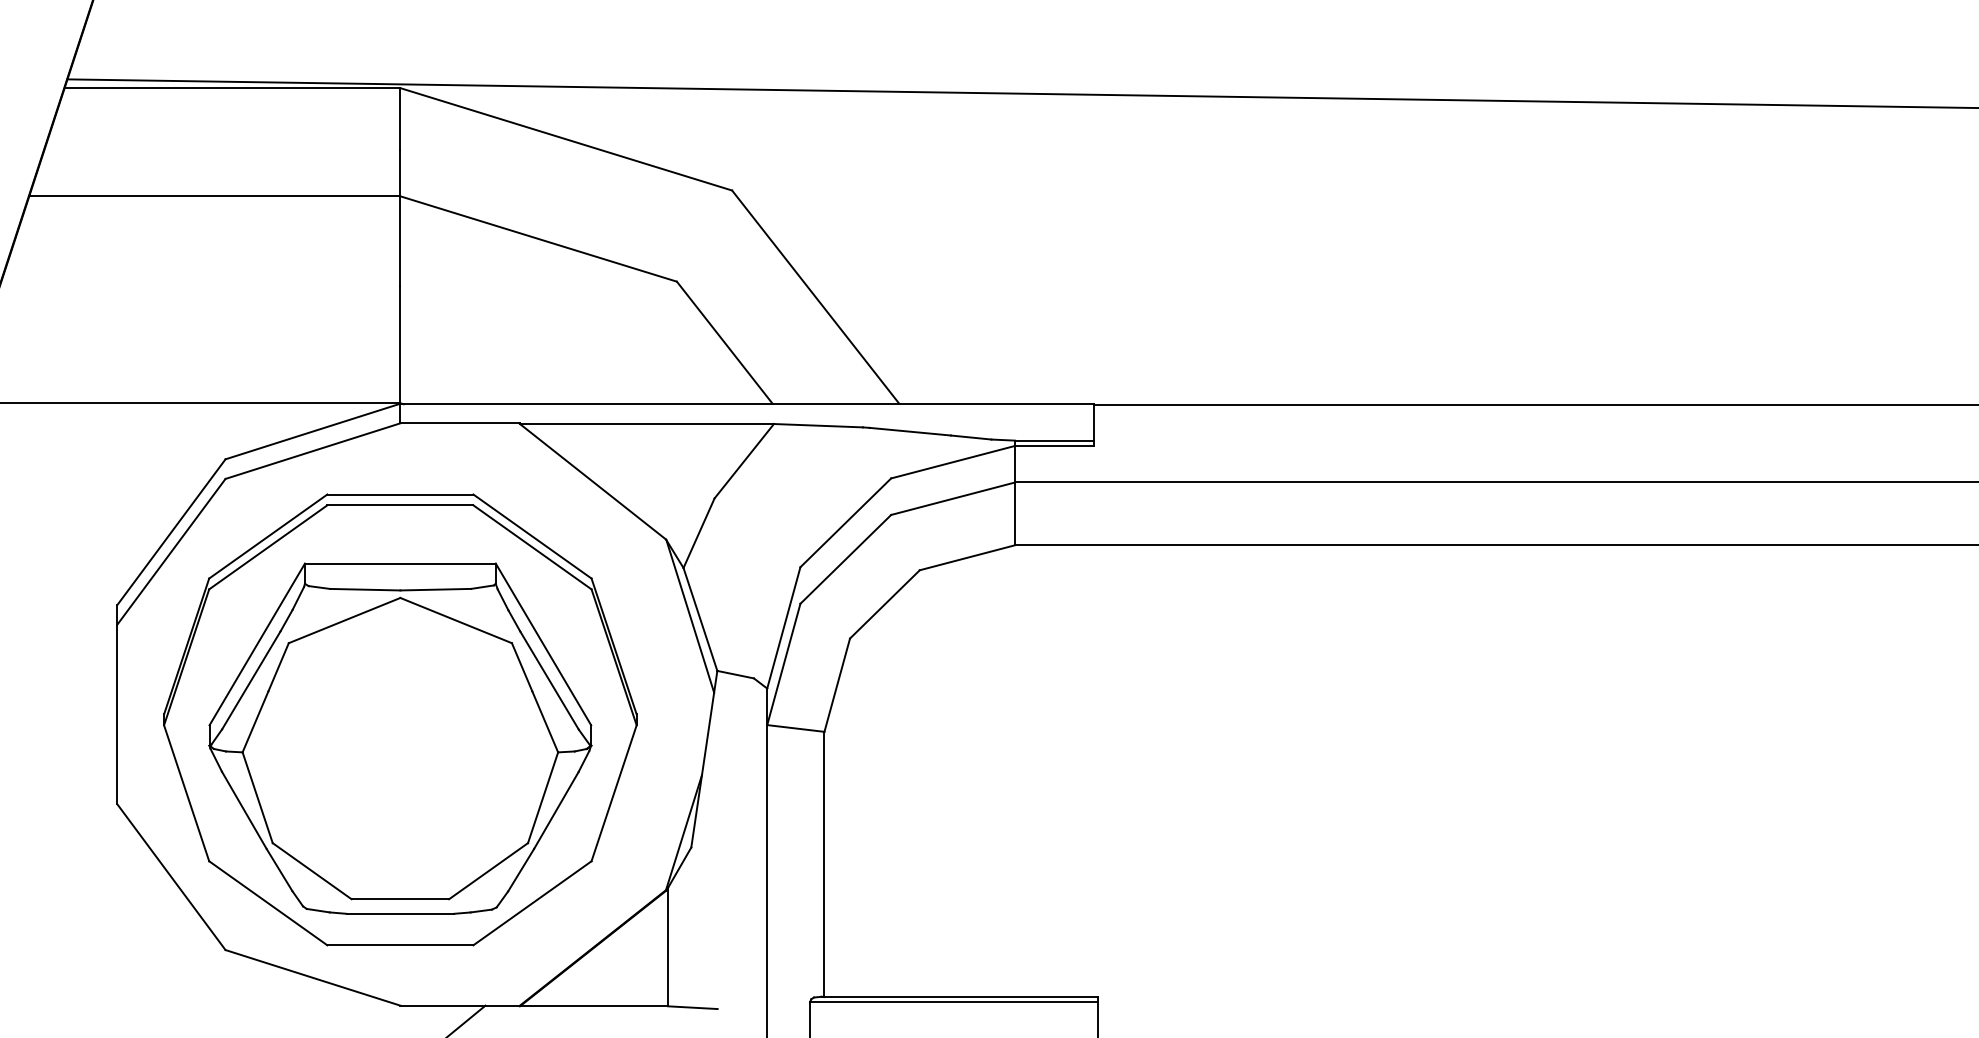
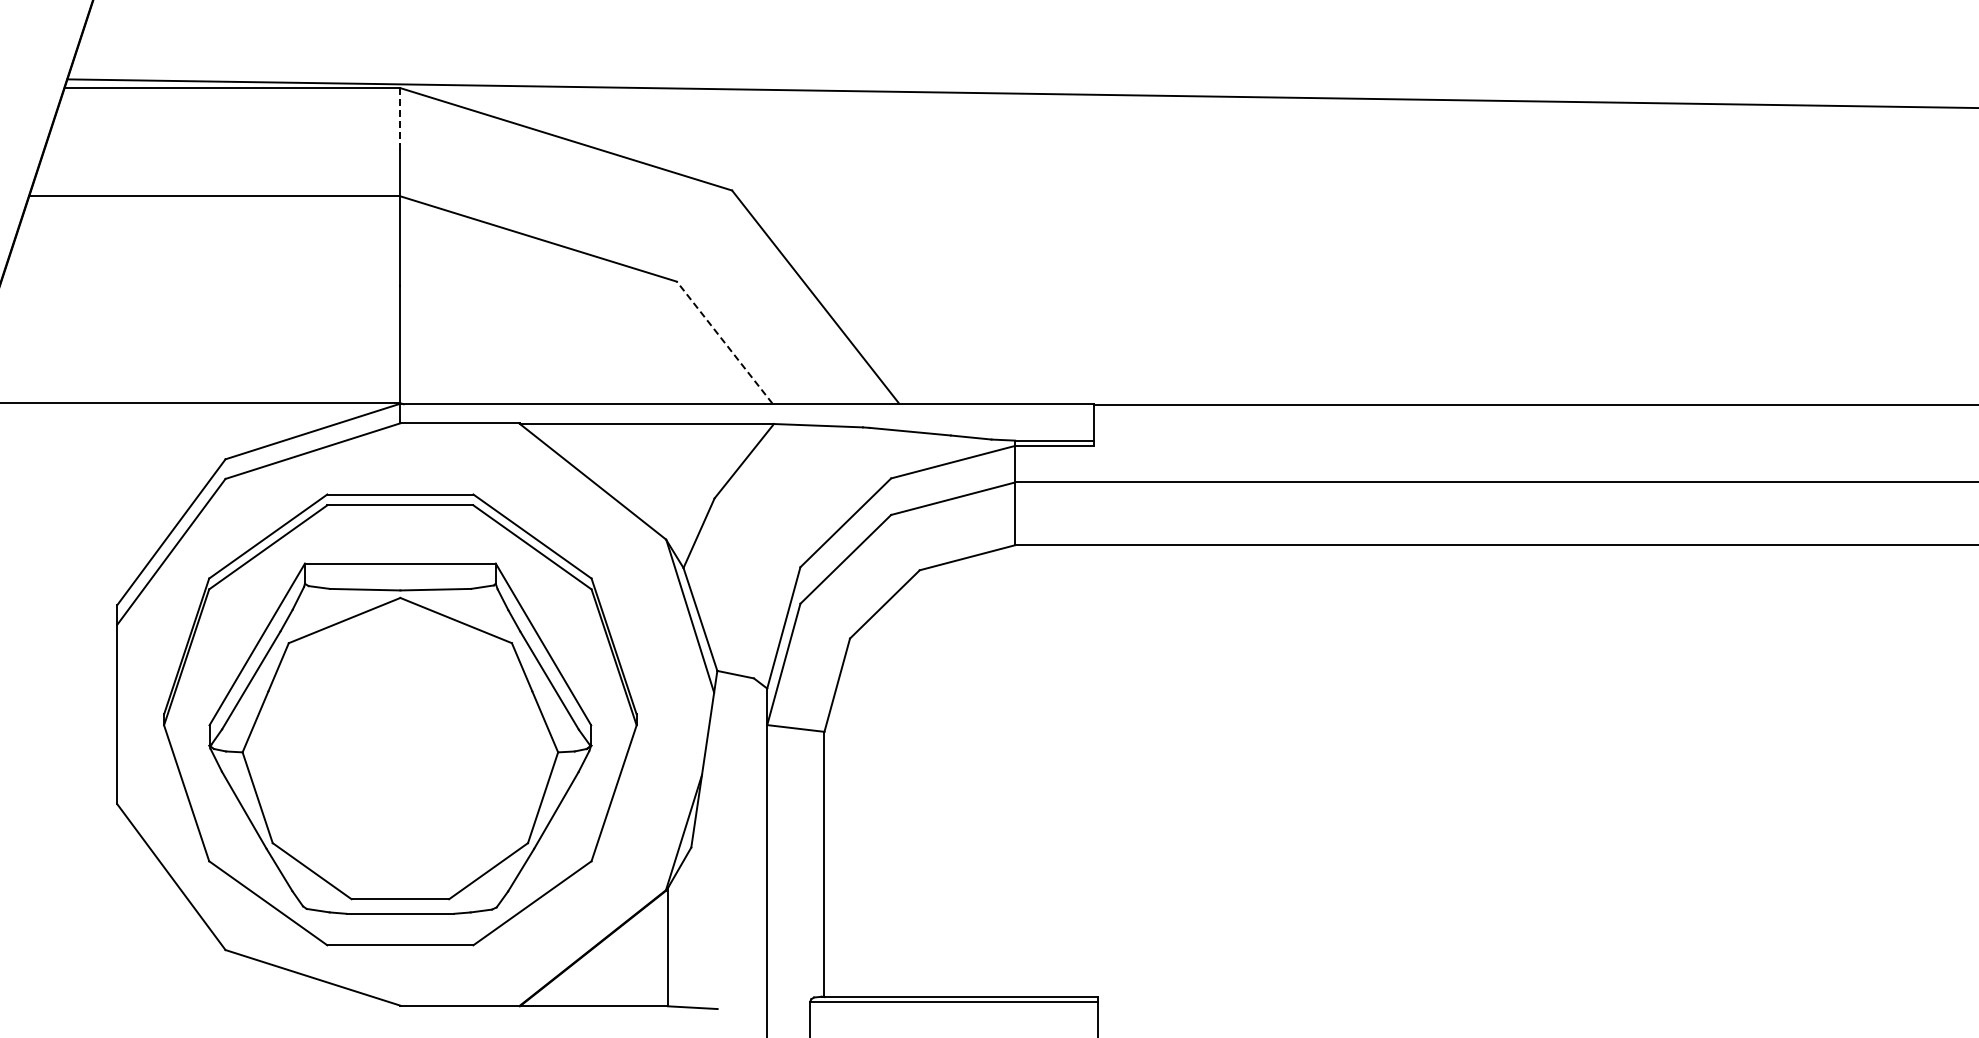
line at (400, 118): solid -> dashed
line at (724, 342): solid -> dashed
line at (467, 1019): present -> none
